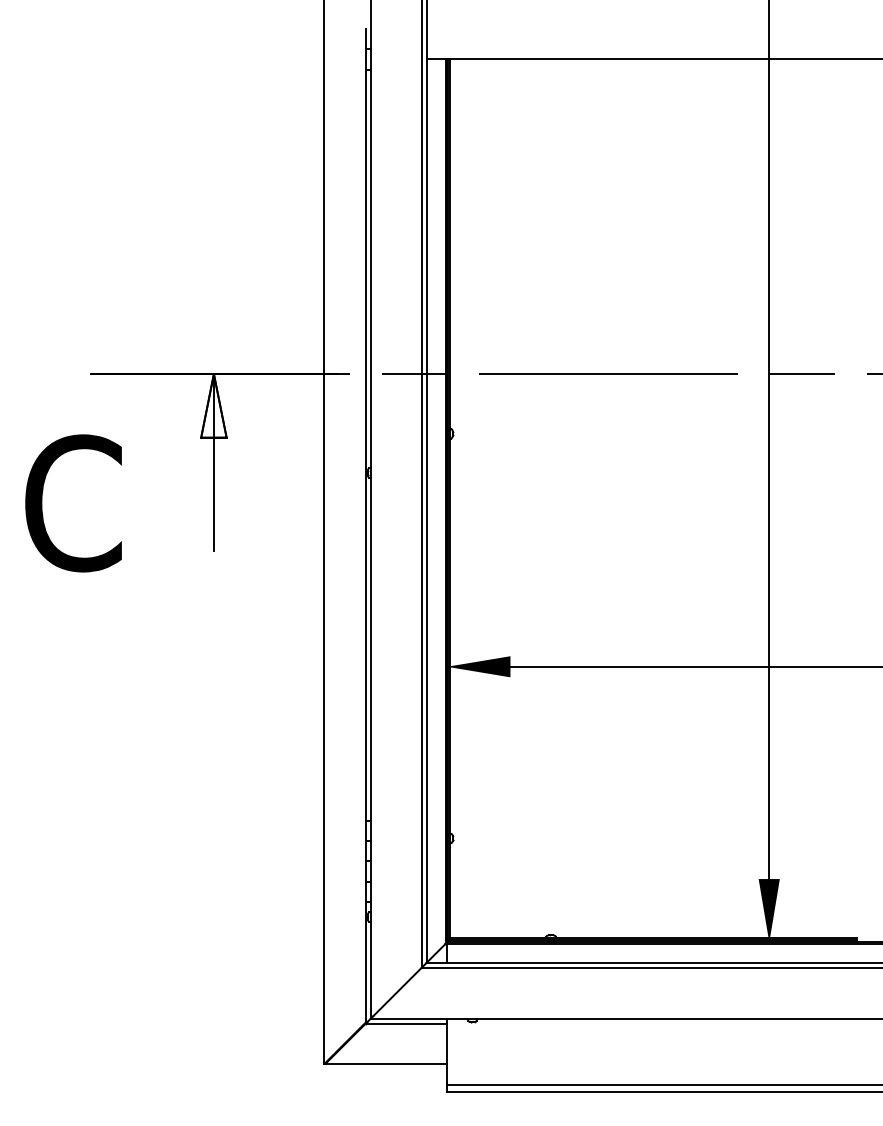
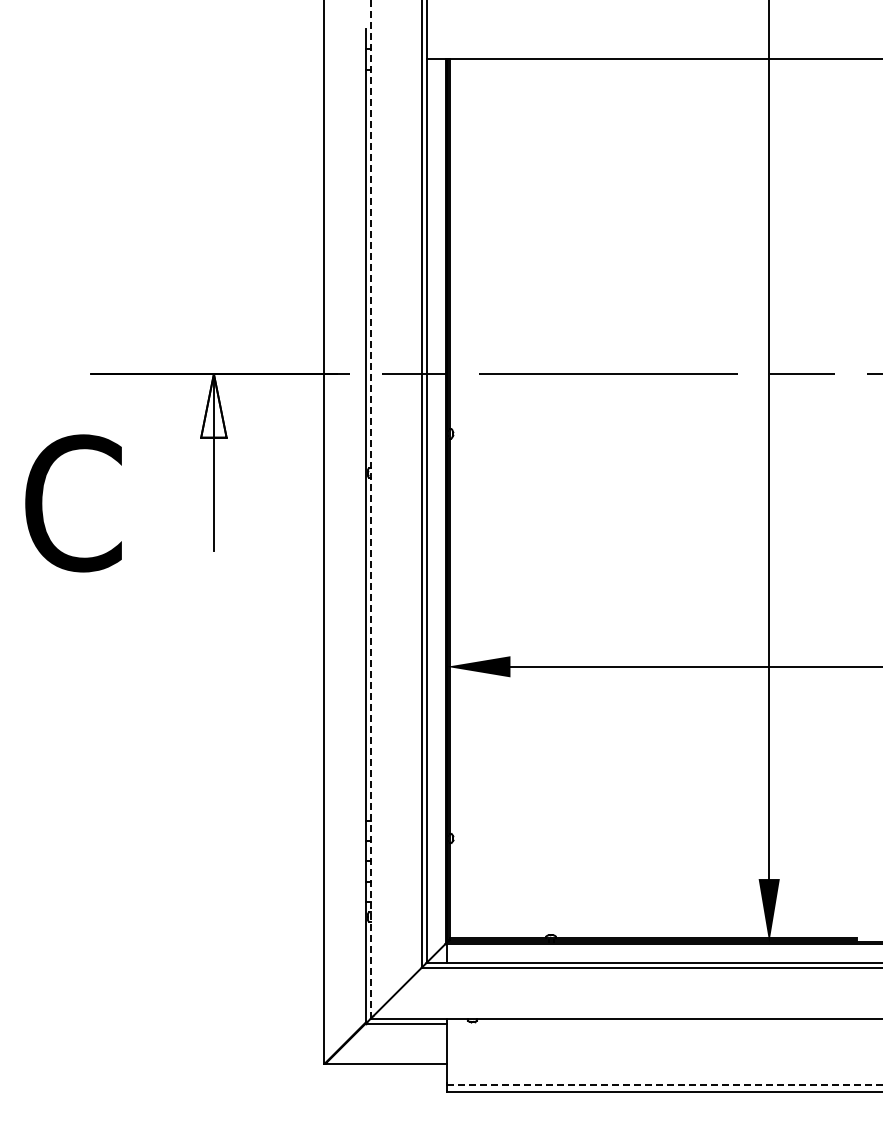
line at (370, 509): solid -> dashed
line at (664, 1084): solid -> dashed
